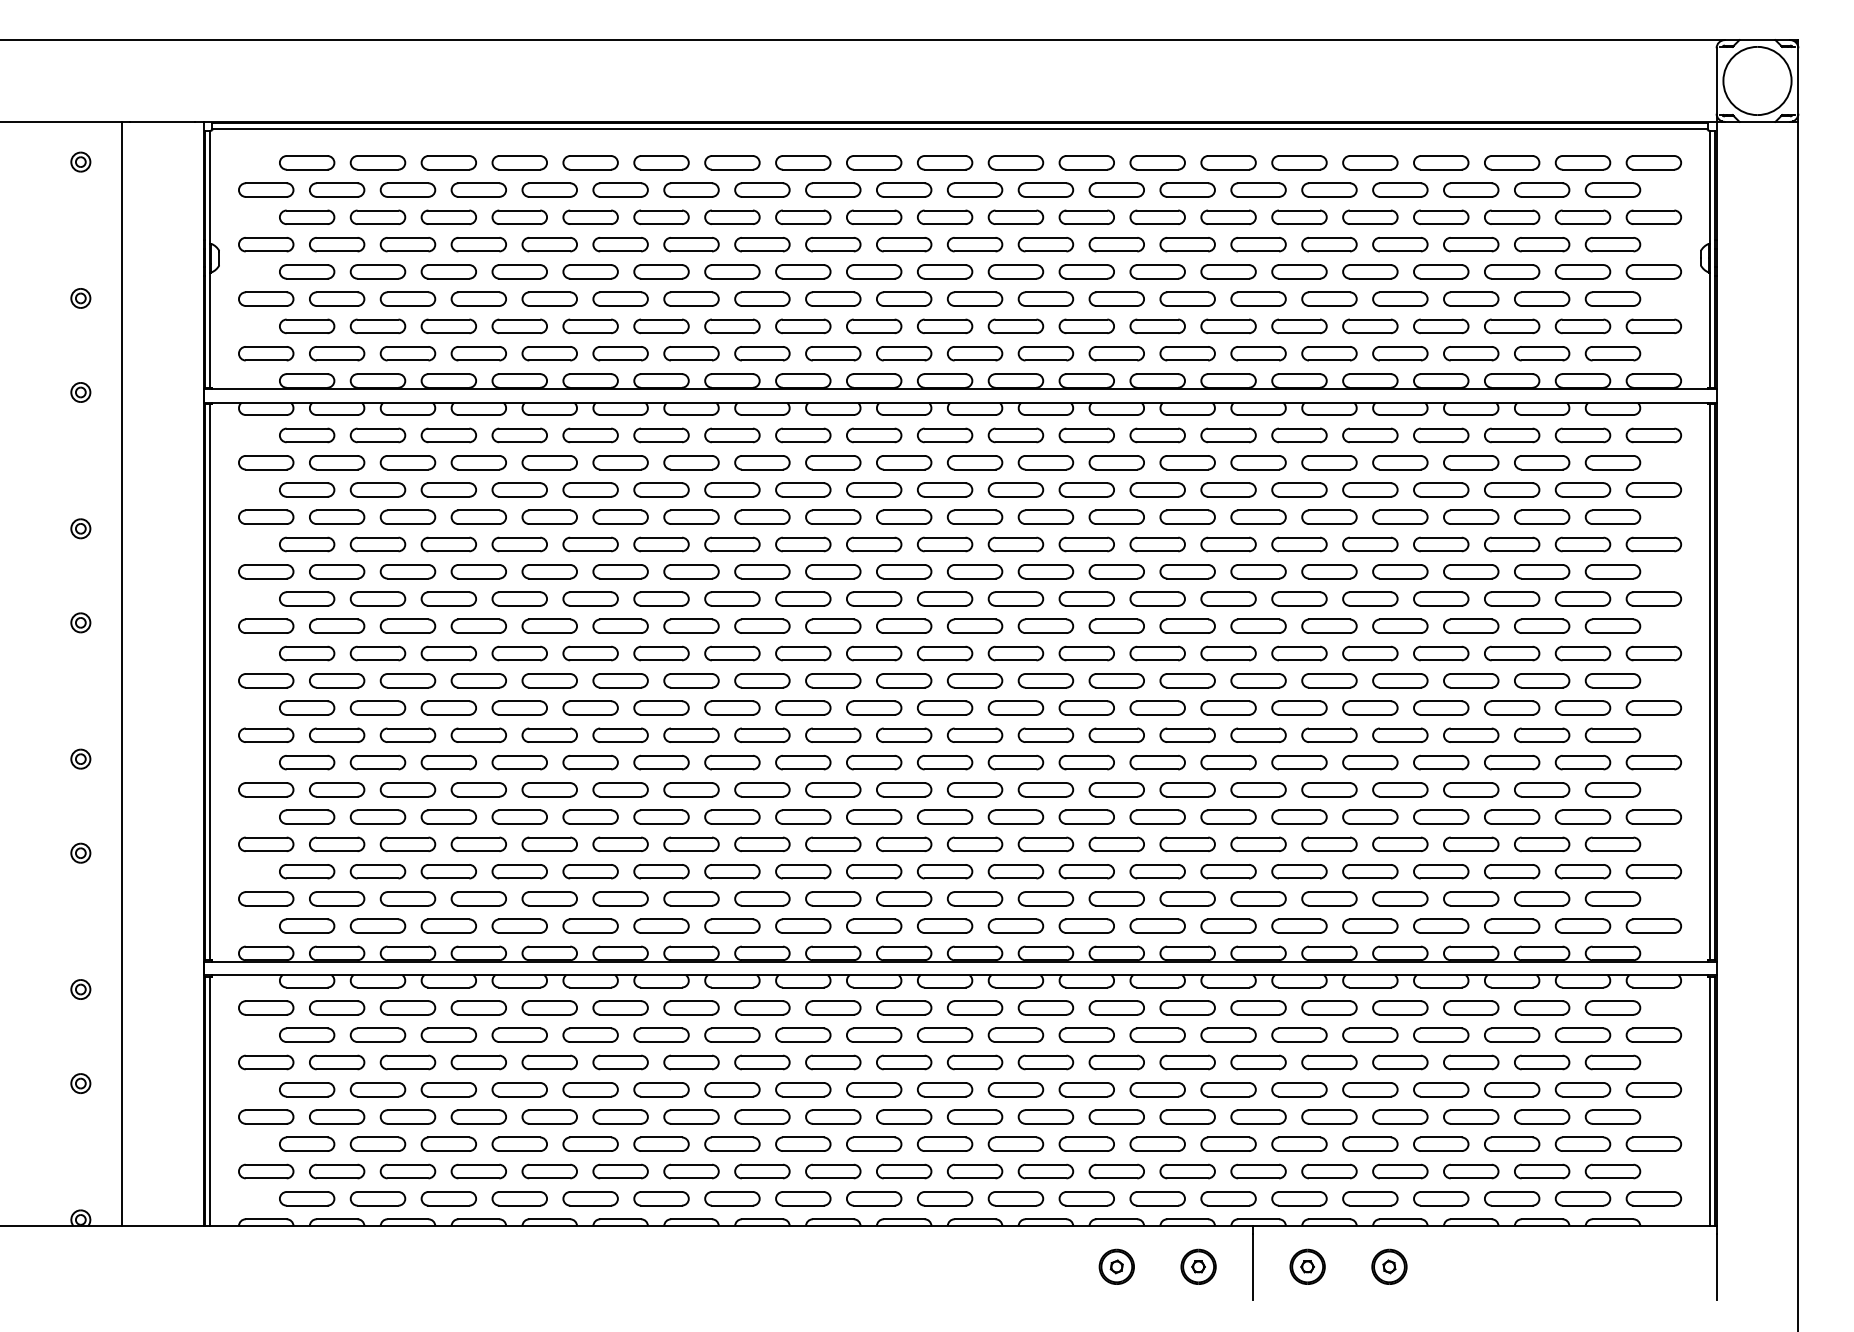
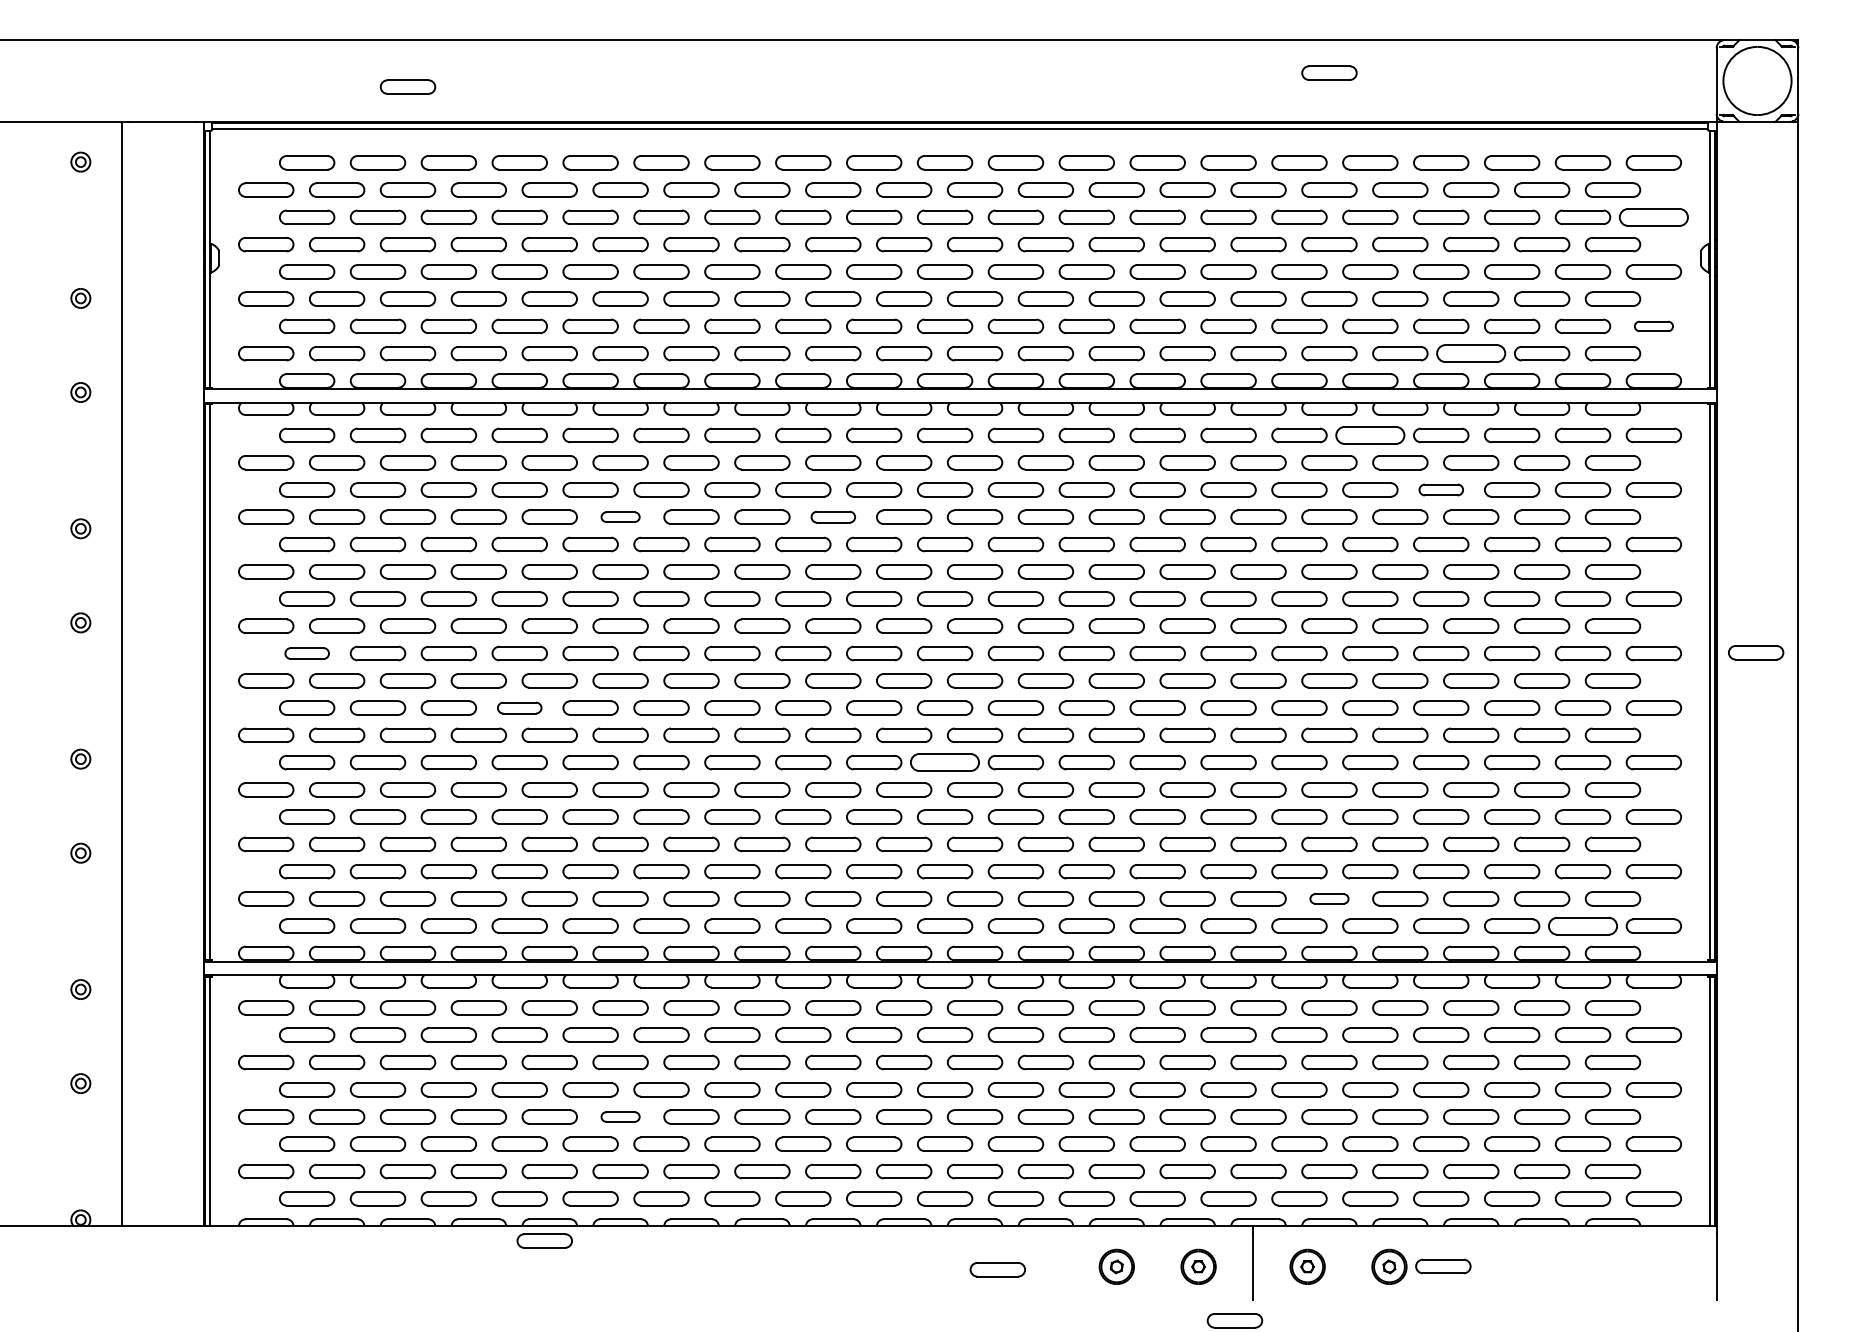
part at (1329, 72): none -> present
part at (407, 86): none -> present
part at (1653, 216) size: 58x16 px -> 71x19 px
part at (1653, 326) size: 58x17 px -> 40x12 px
part at (1471, 353) size: 57x16 px -> 71x19 px
part at (1370, 435) size: 57x17 px -> 71x19 px
part at (1441, 489) size: 57x16 px -> 46x14 px
part at (620, 516) size: 57x16 px -> 41x12 px
part at (833, 516) size: 57x16 px -> 46x14 px
part at (1756, 652): none -> present
part at (307, 653) size: 57x17 px -> 46x13 px
part at (519, 707) size: 57x16 px -> 46x14 px
part at (945, 762) size: 57x16 px -> 70x19 px
part at (1329, 898) size: 57x16 px -> 41x12 px
part at (1582, 925) size: 58x16 px -> 70x20 px
part at (620, 1116) size: 57x16 px -> 41x12 px
part at (544, 1240): none -> present
part at (1443, 1266): none -> present
part at (997, 1269): none -> present
part at (1234, 1320): none -> present
